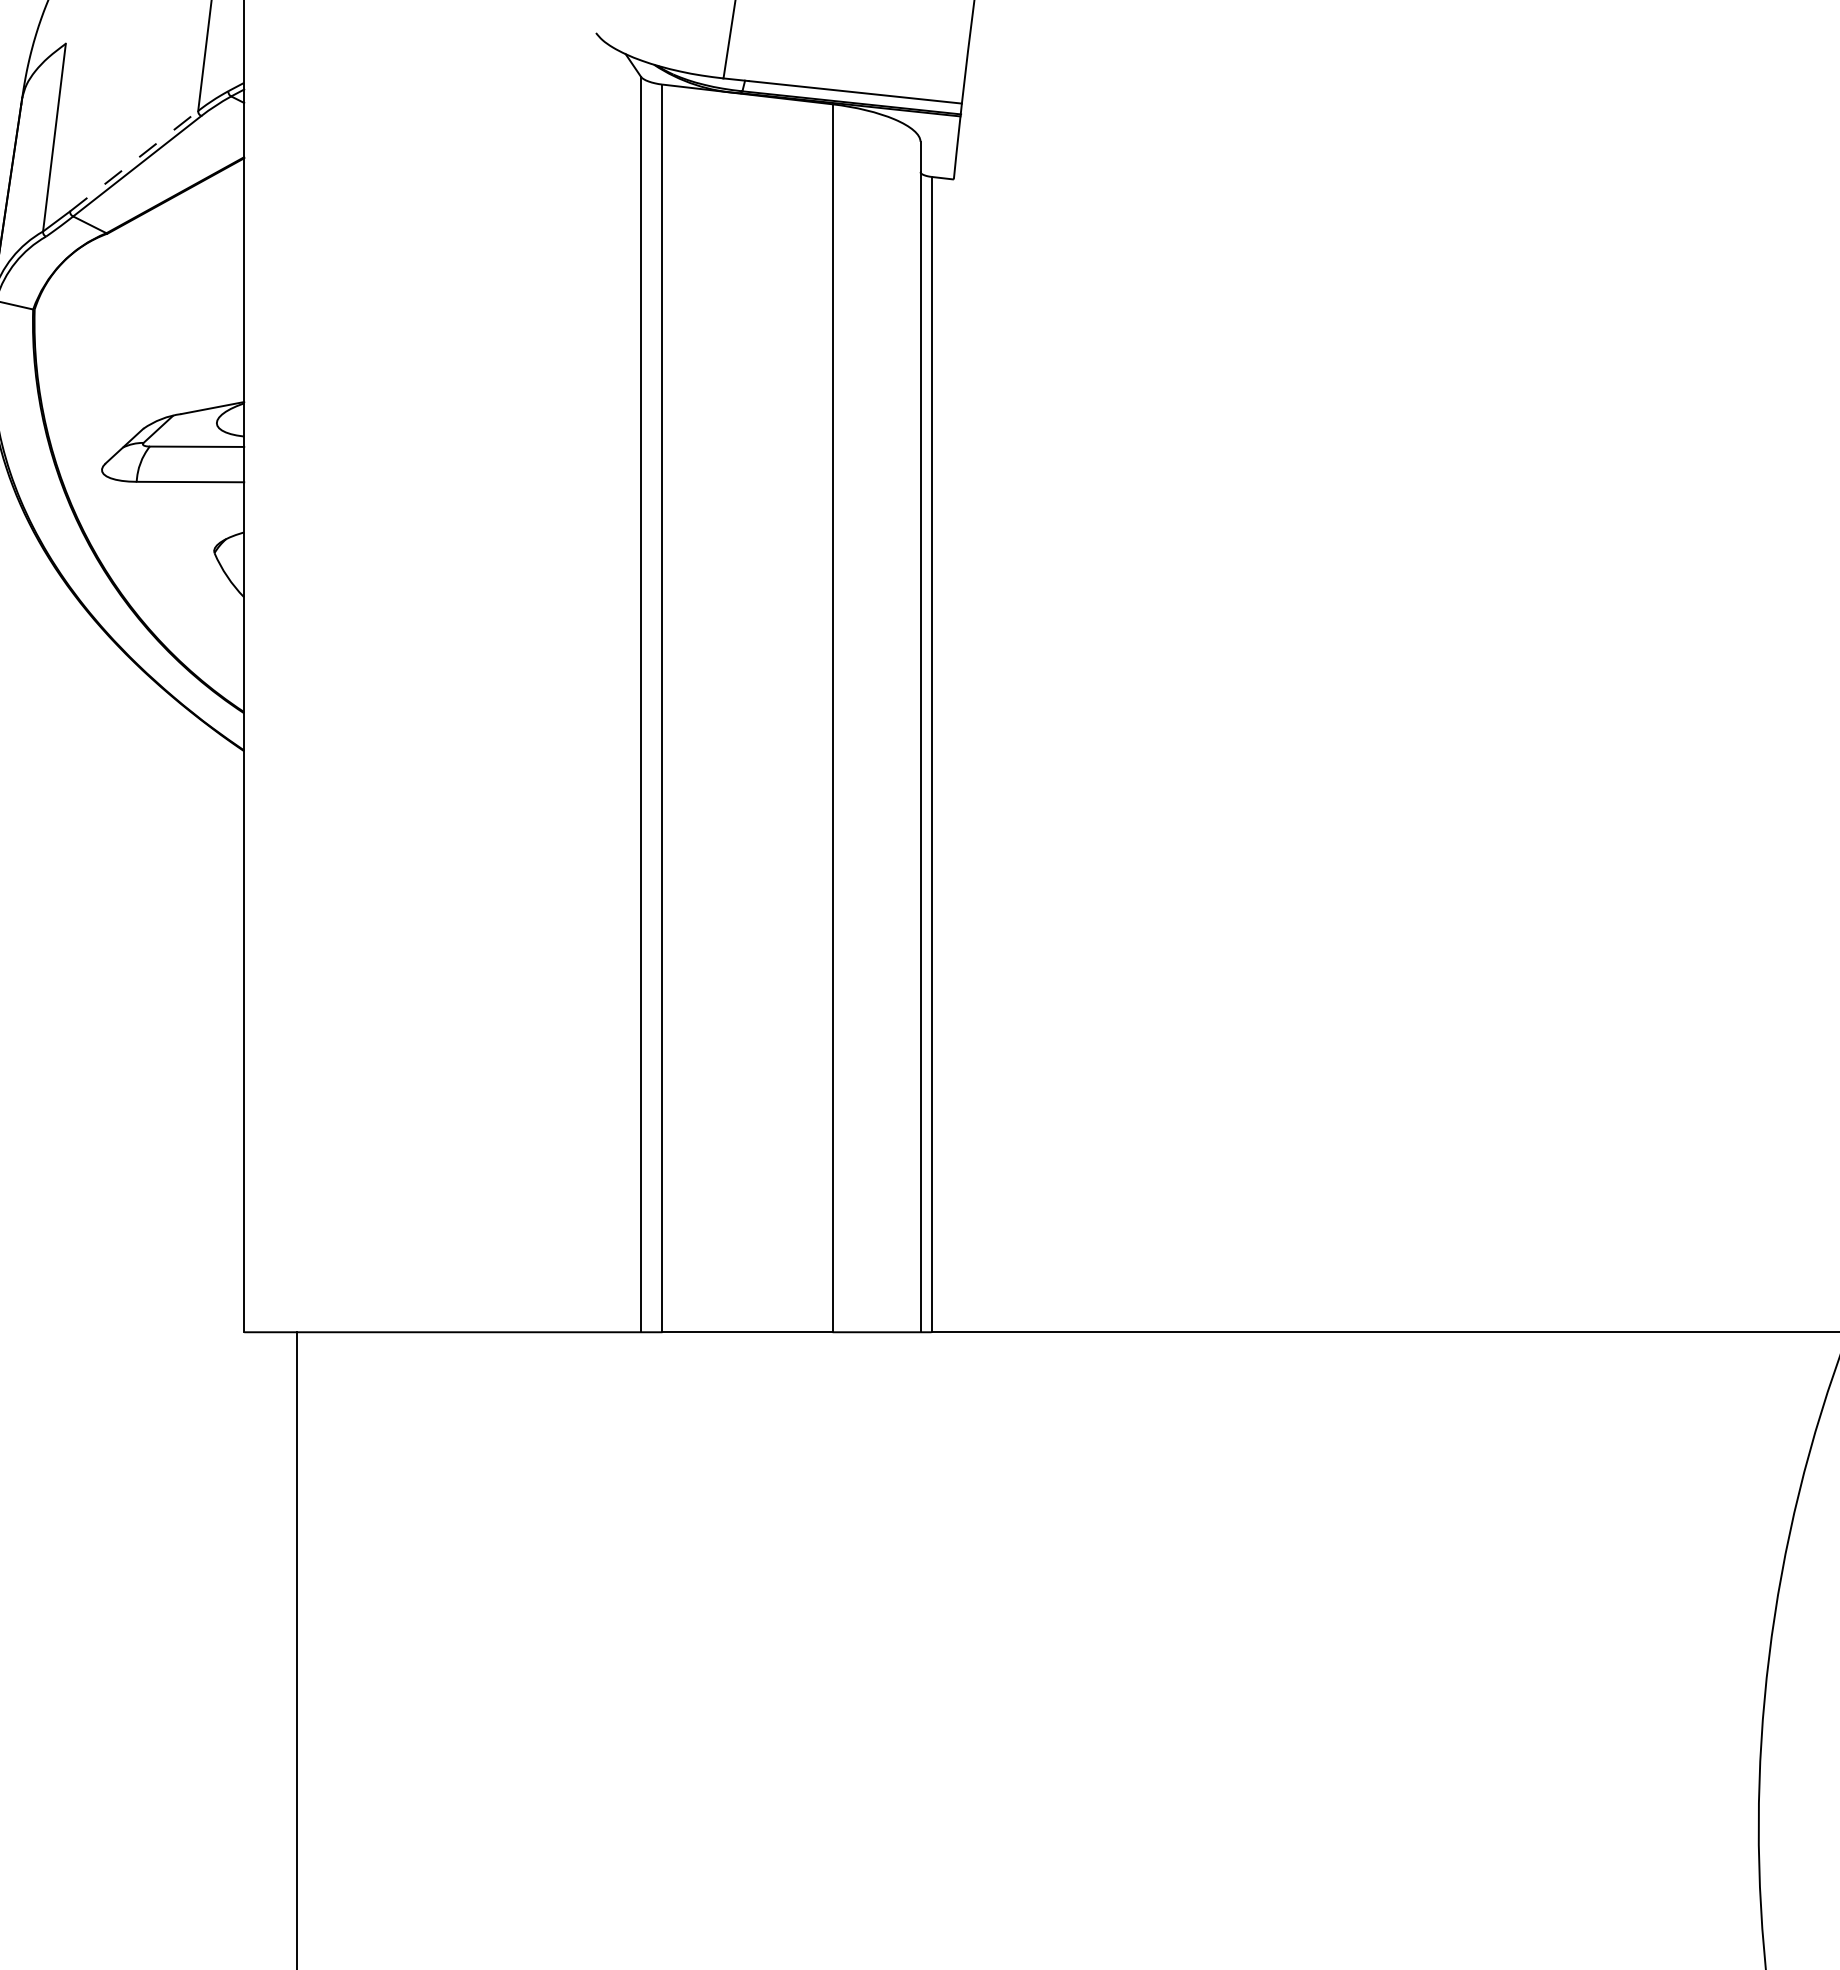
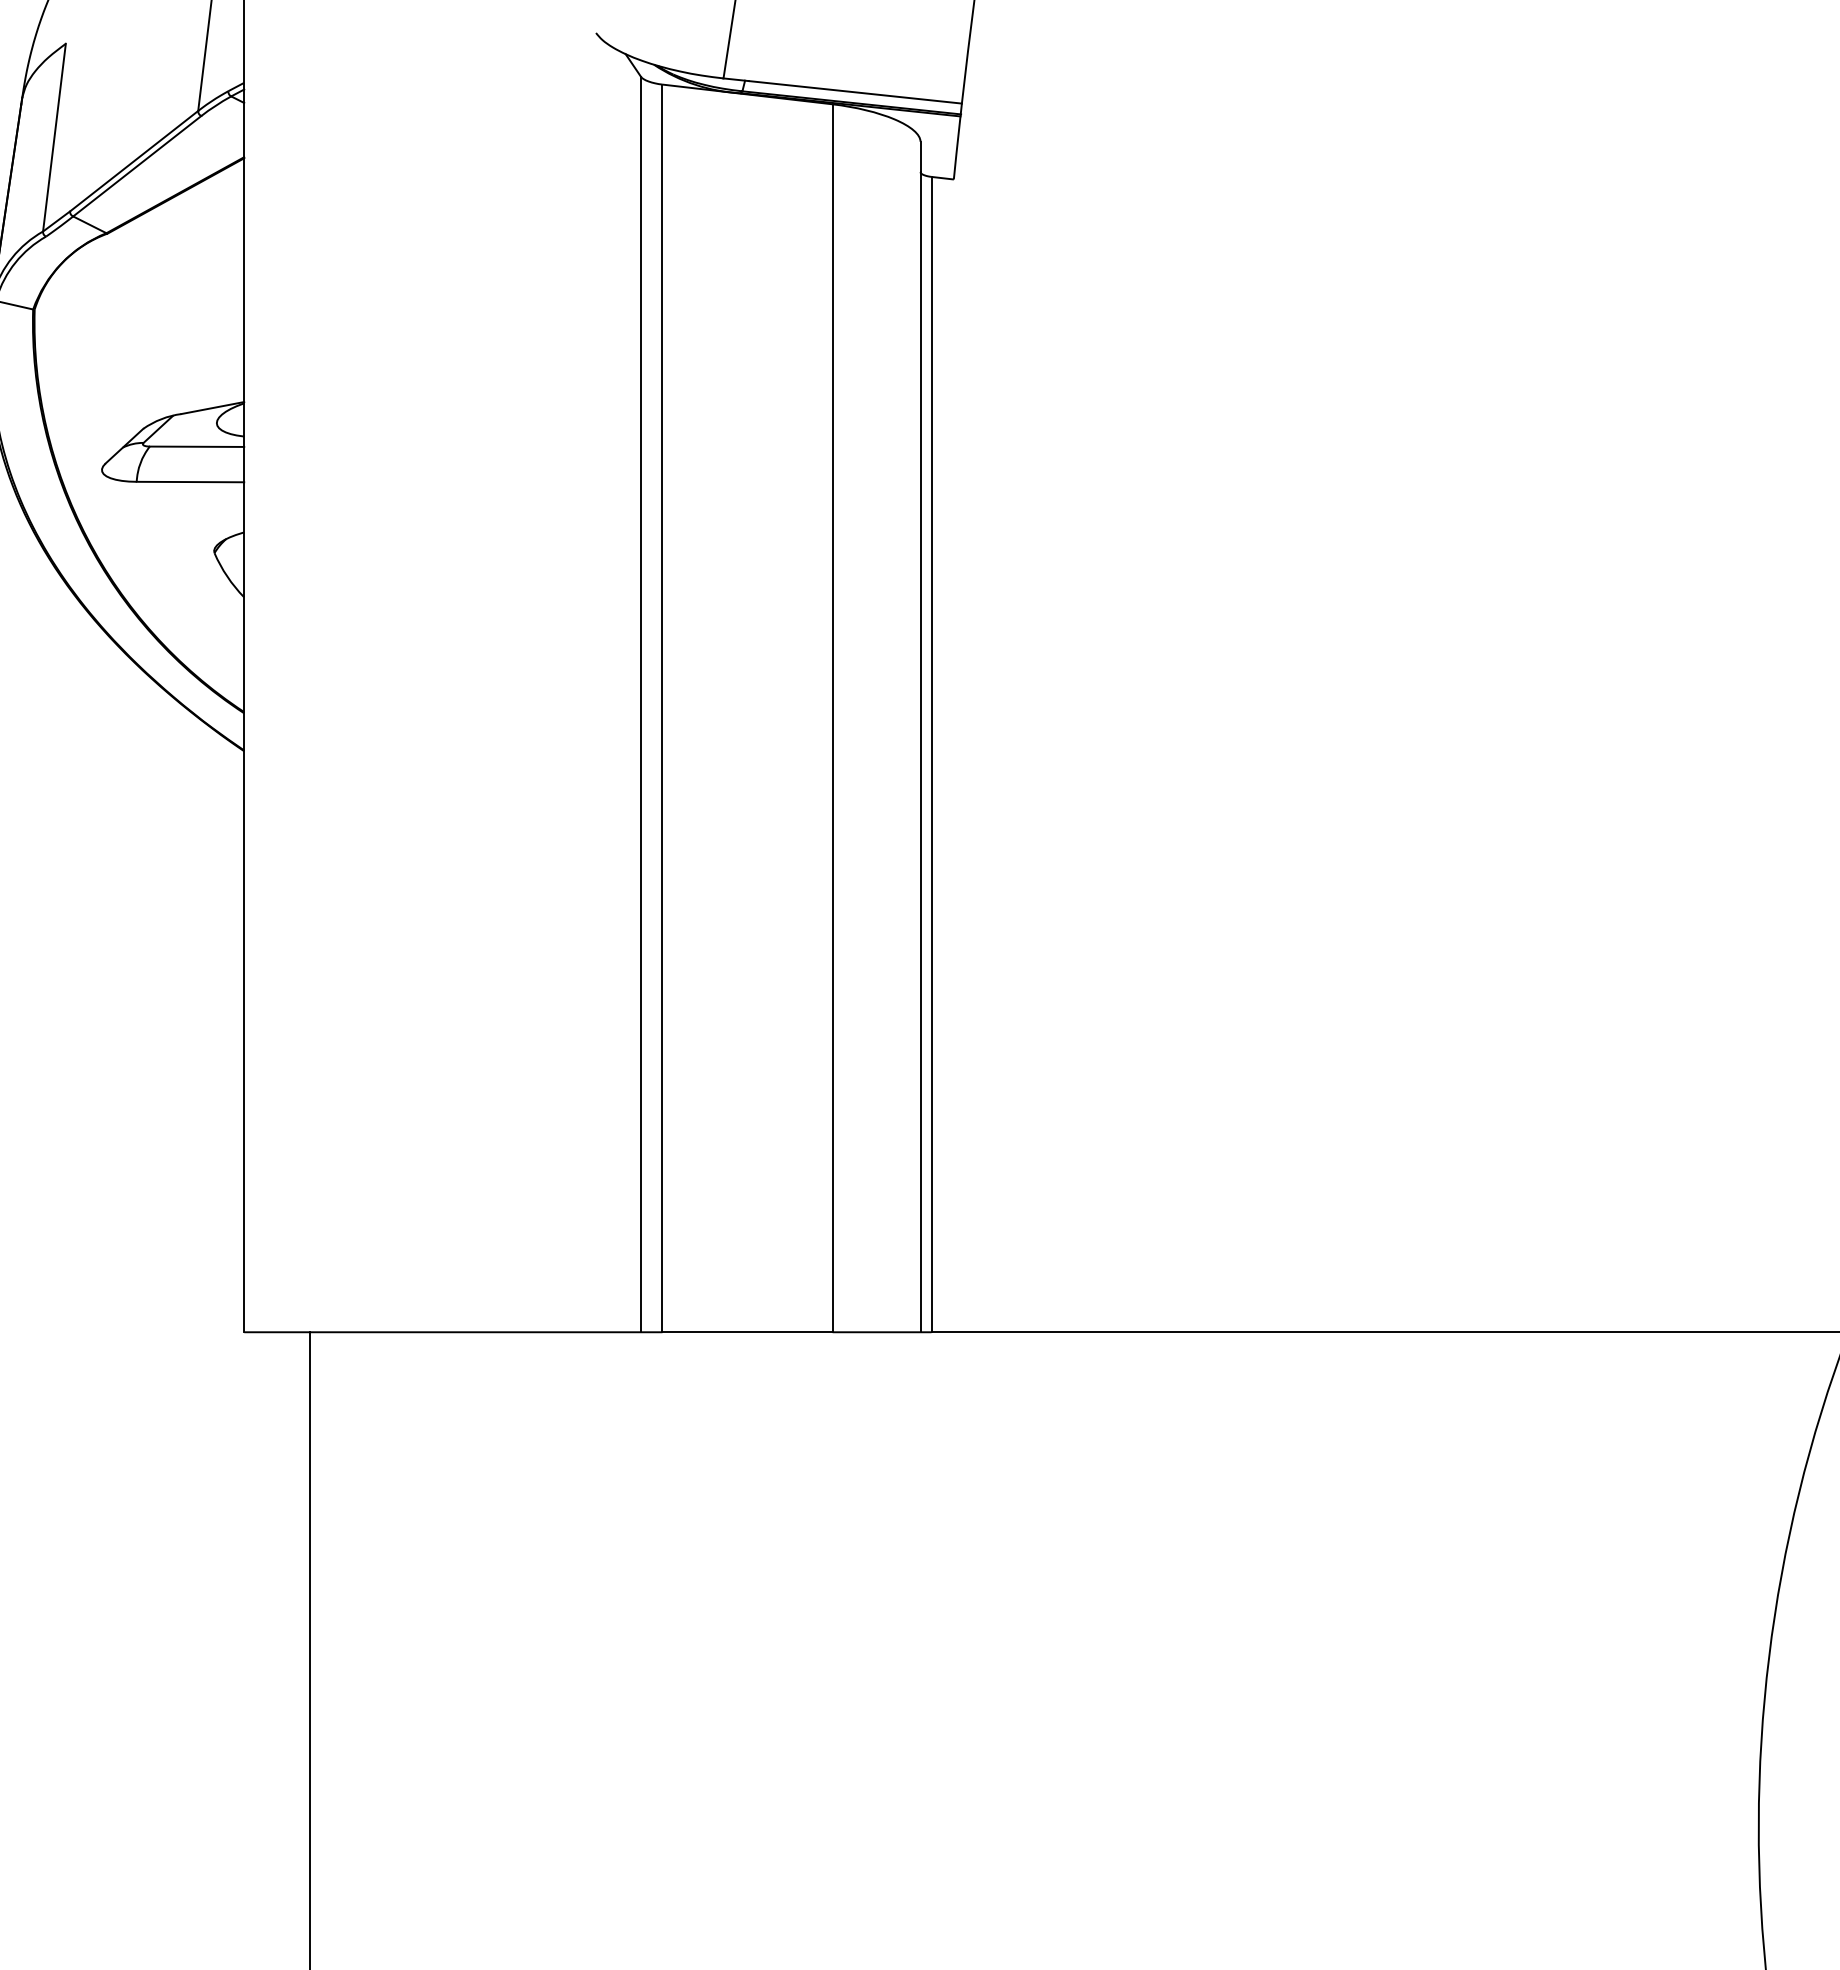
line at (134, 160): dashed -> solid
line at (297, 1649) position: (297, 1649) -> (310, 1649)
